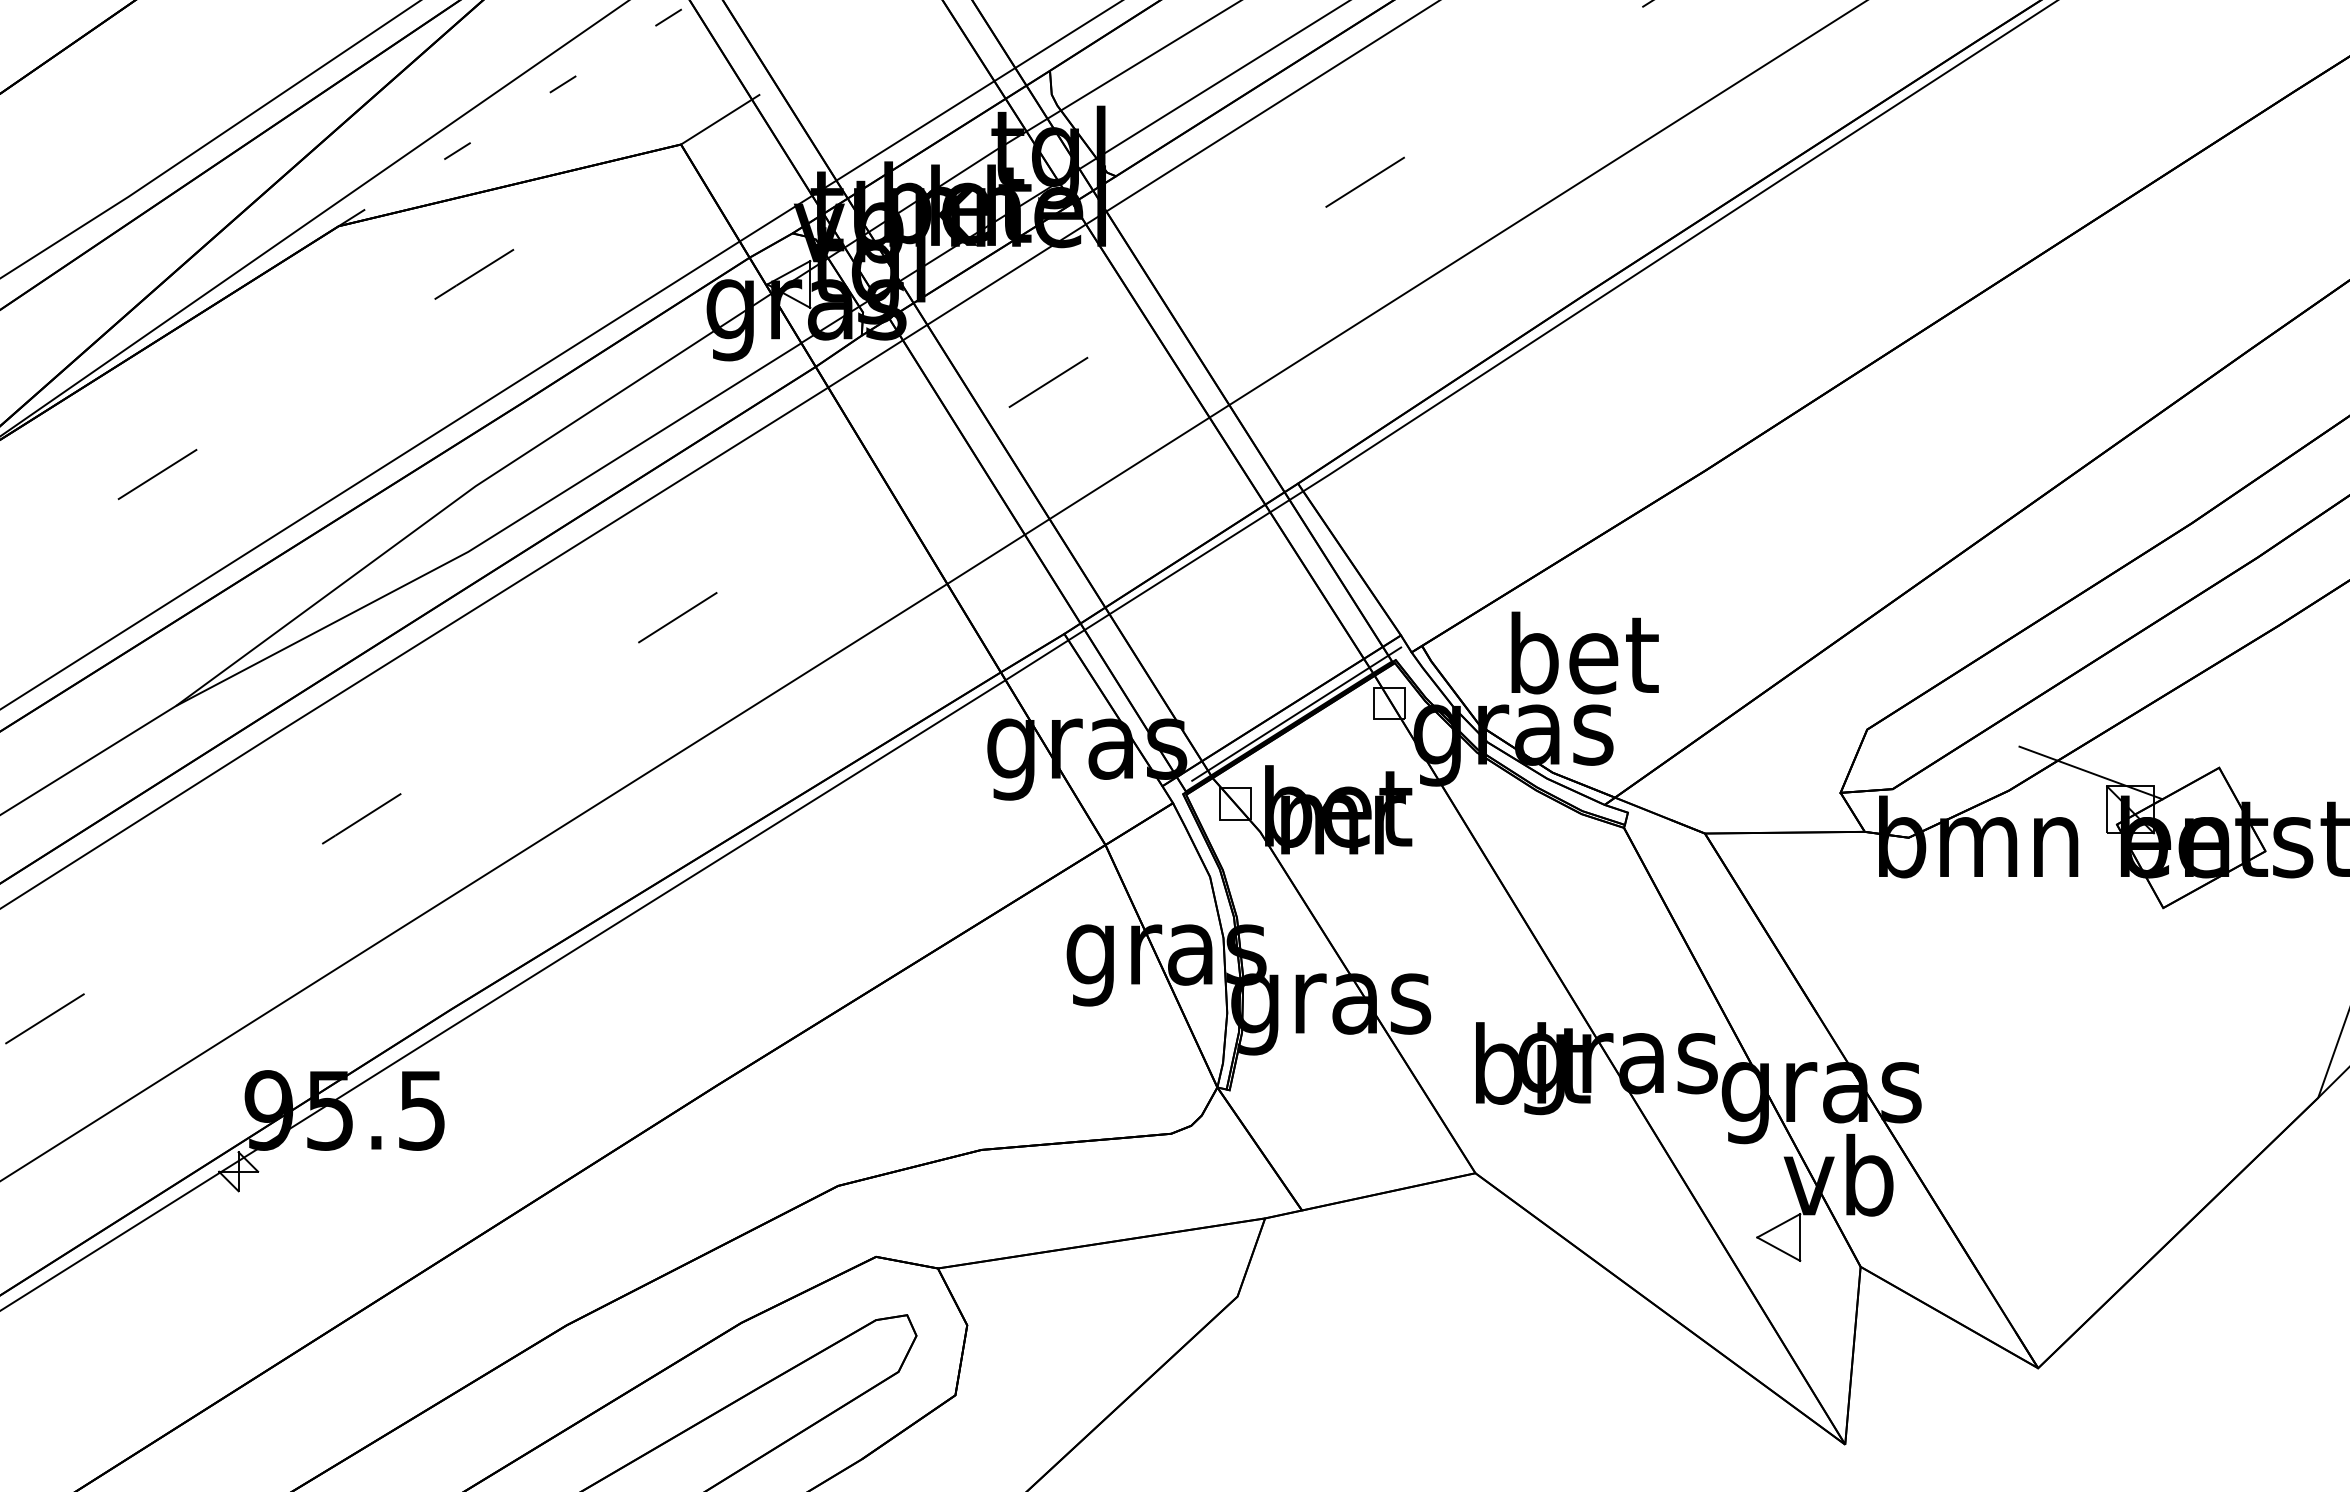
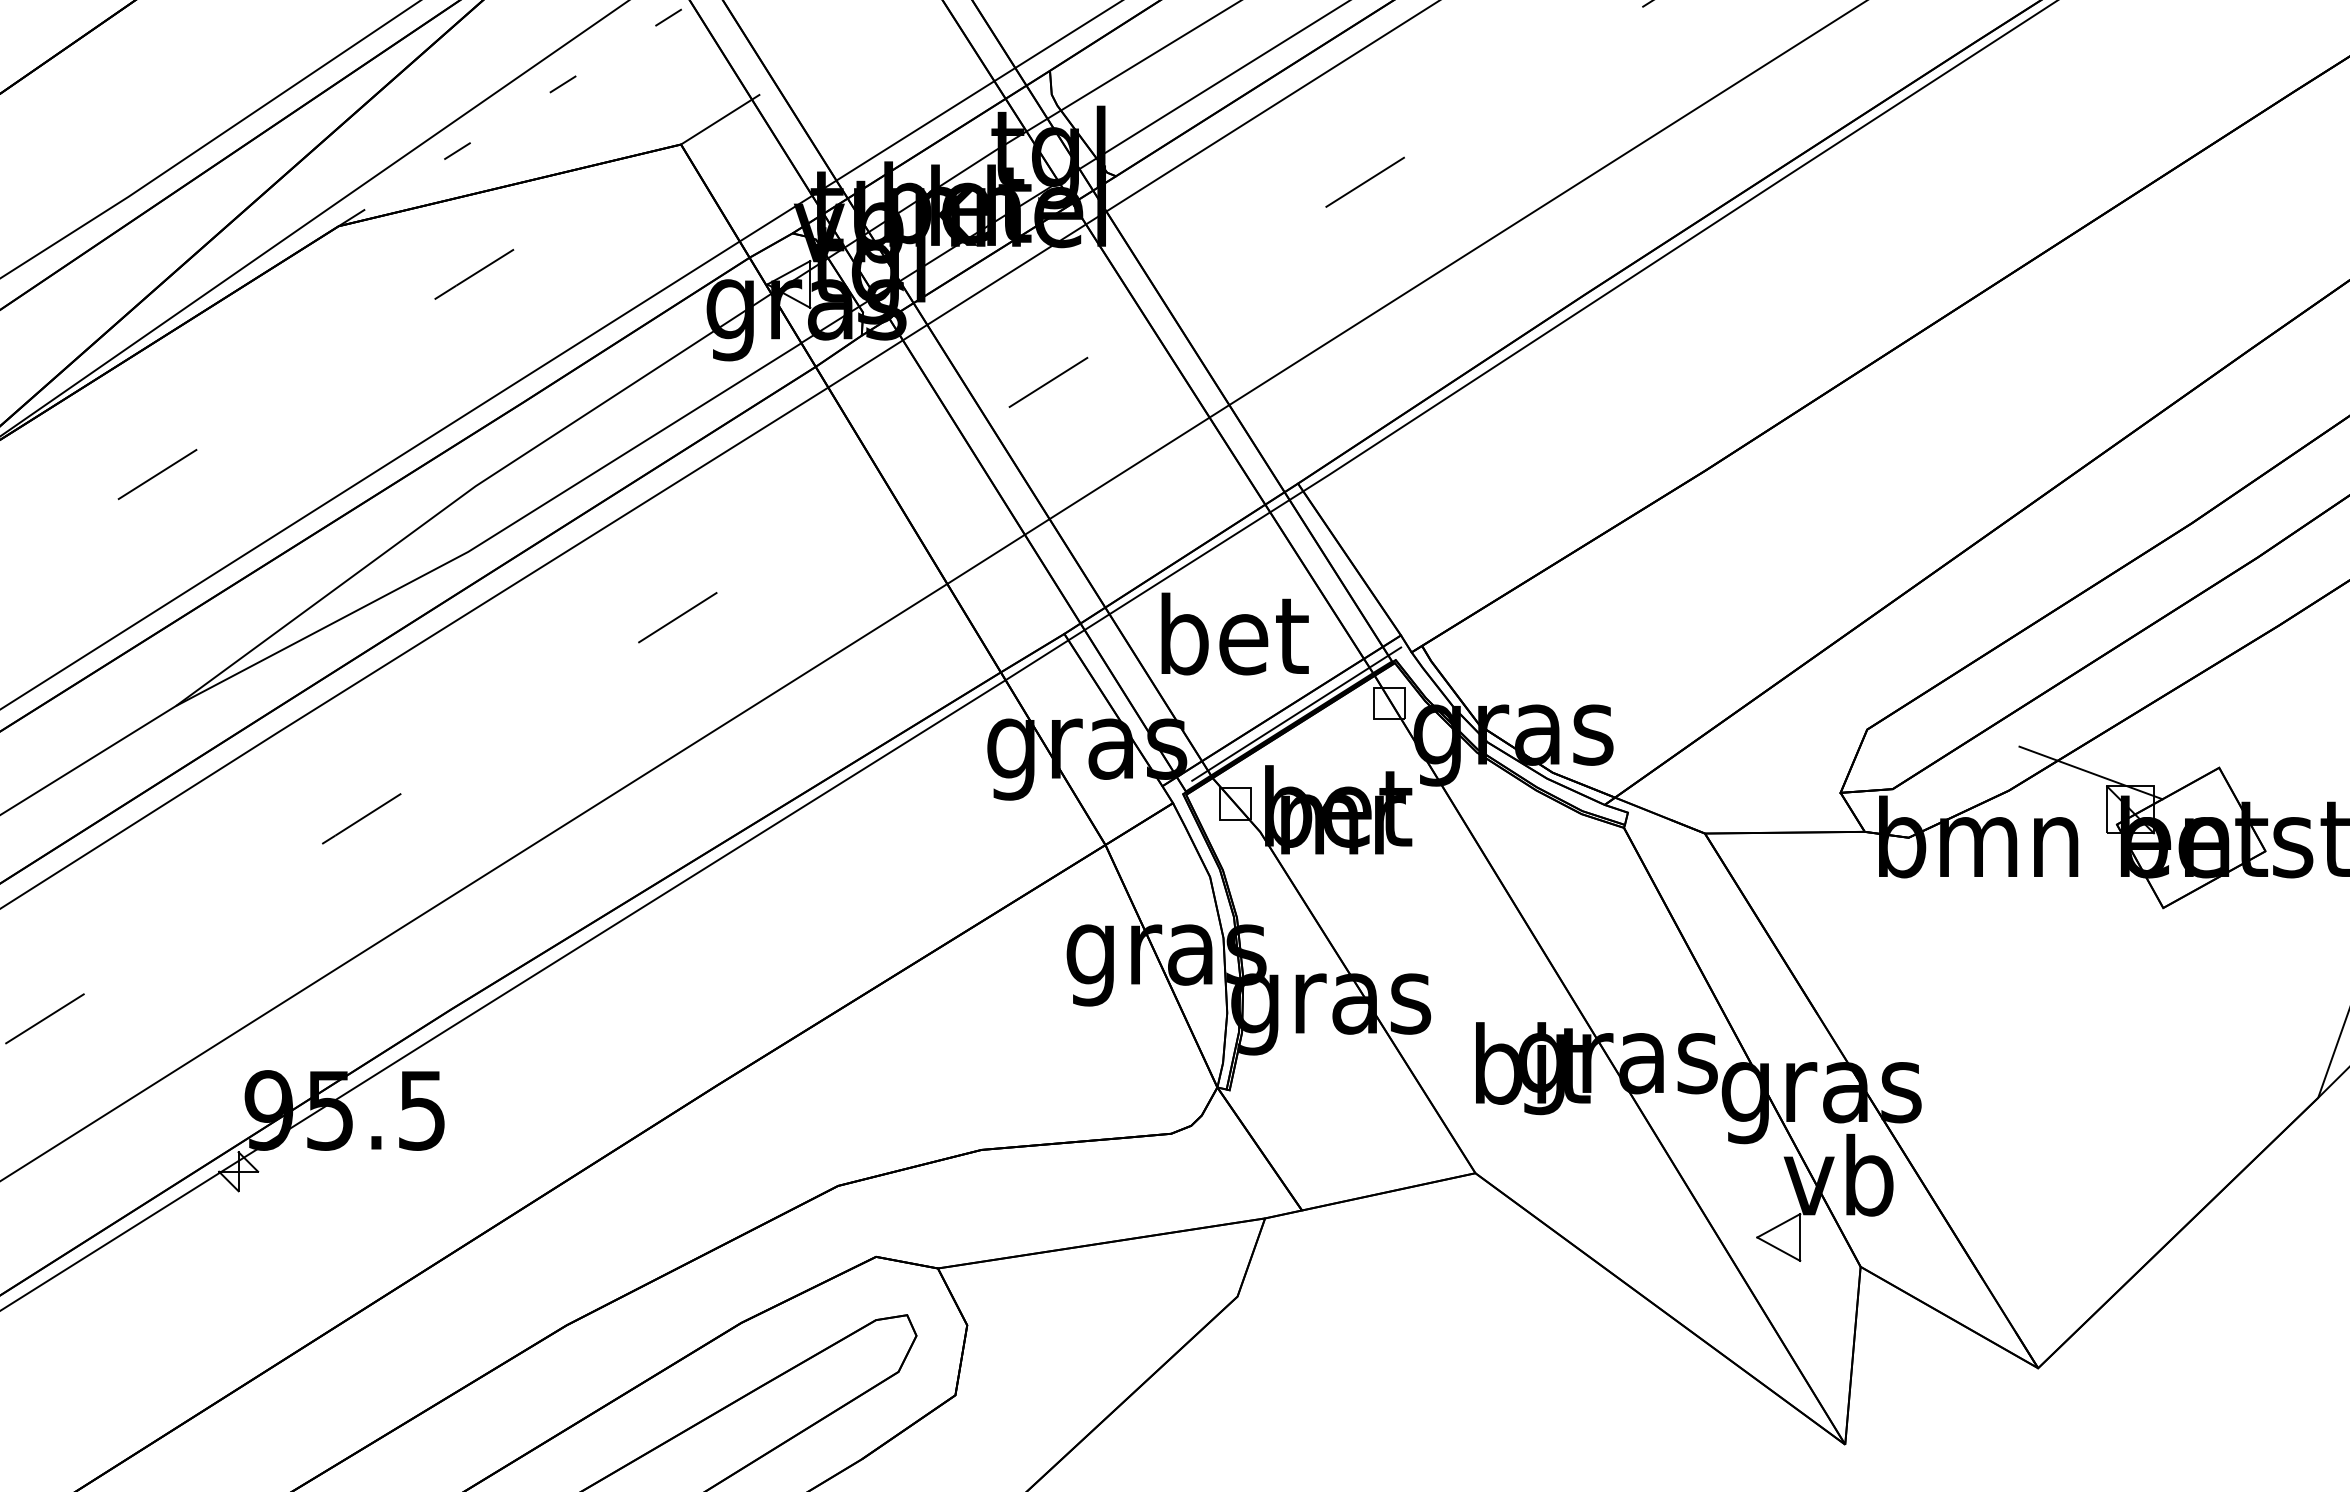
text at (1584, 652) position: (1584, 652) -> (1234, 633)
